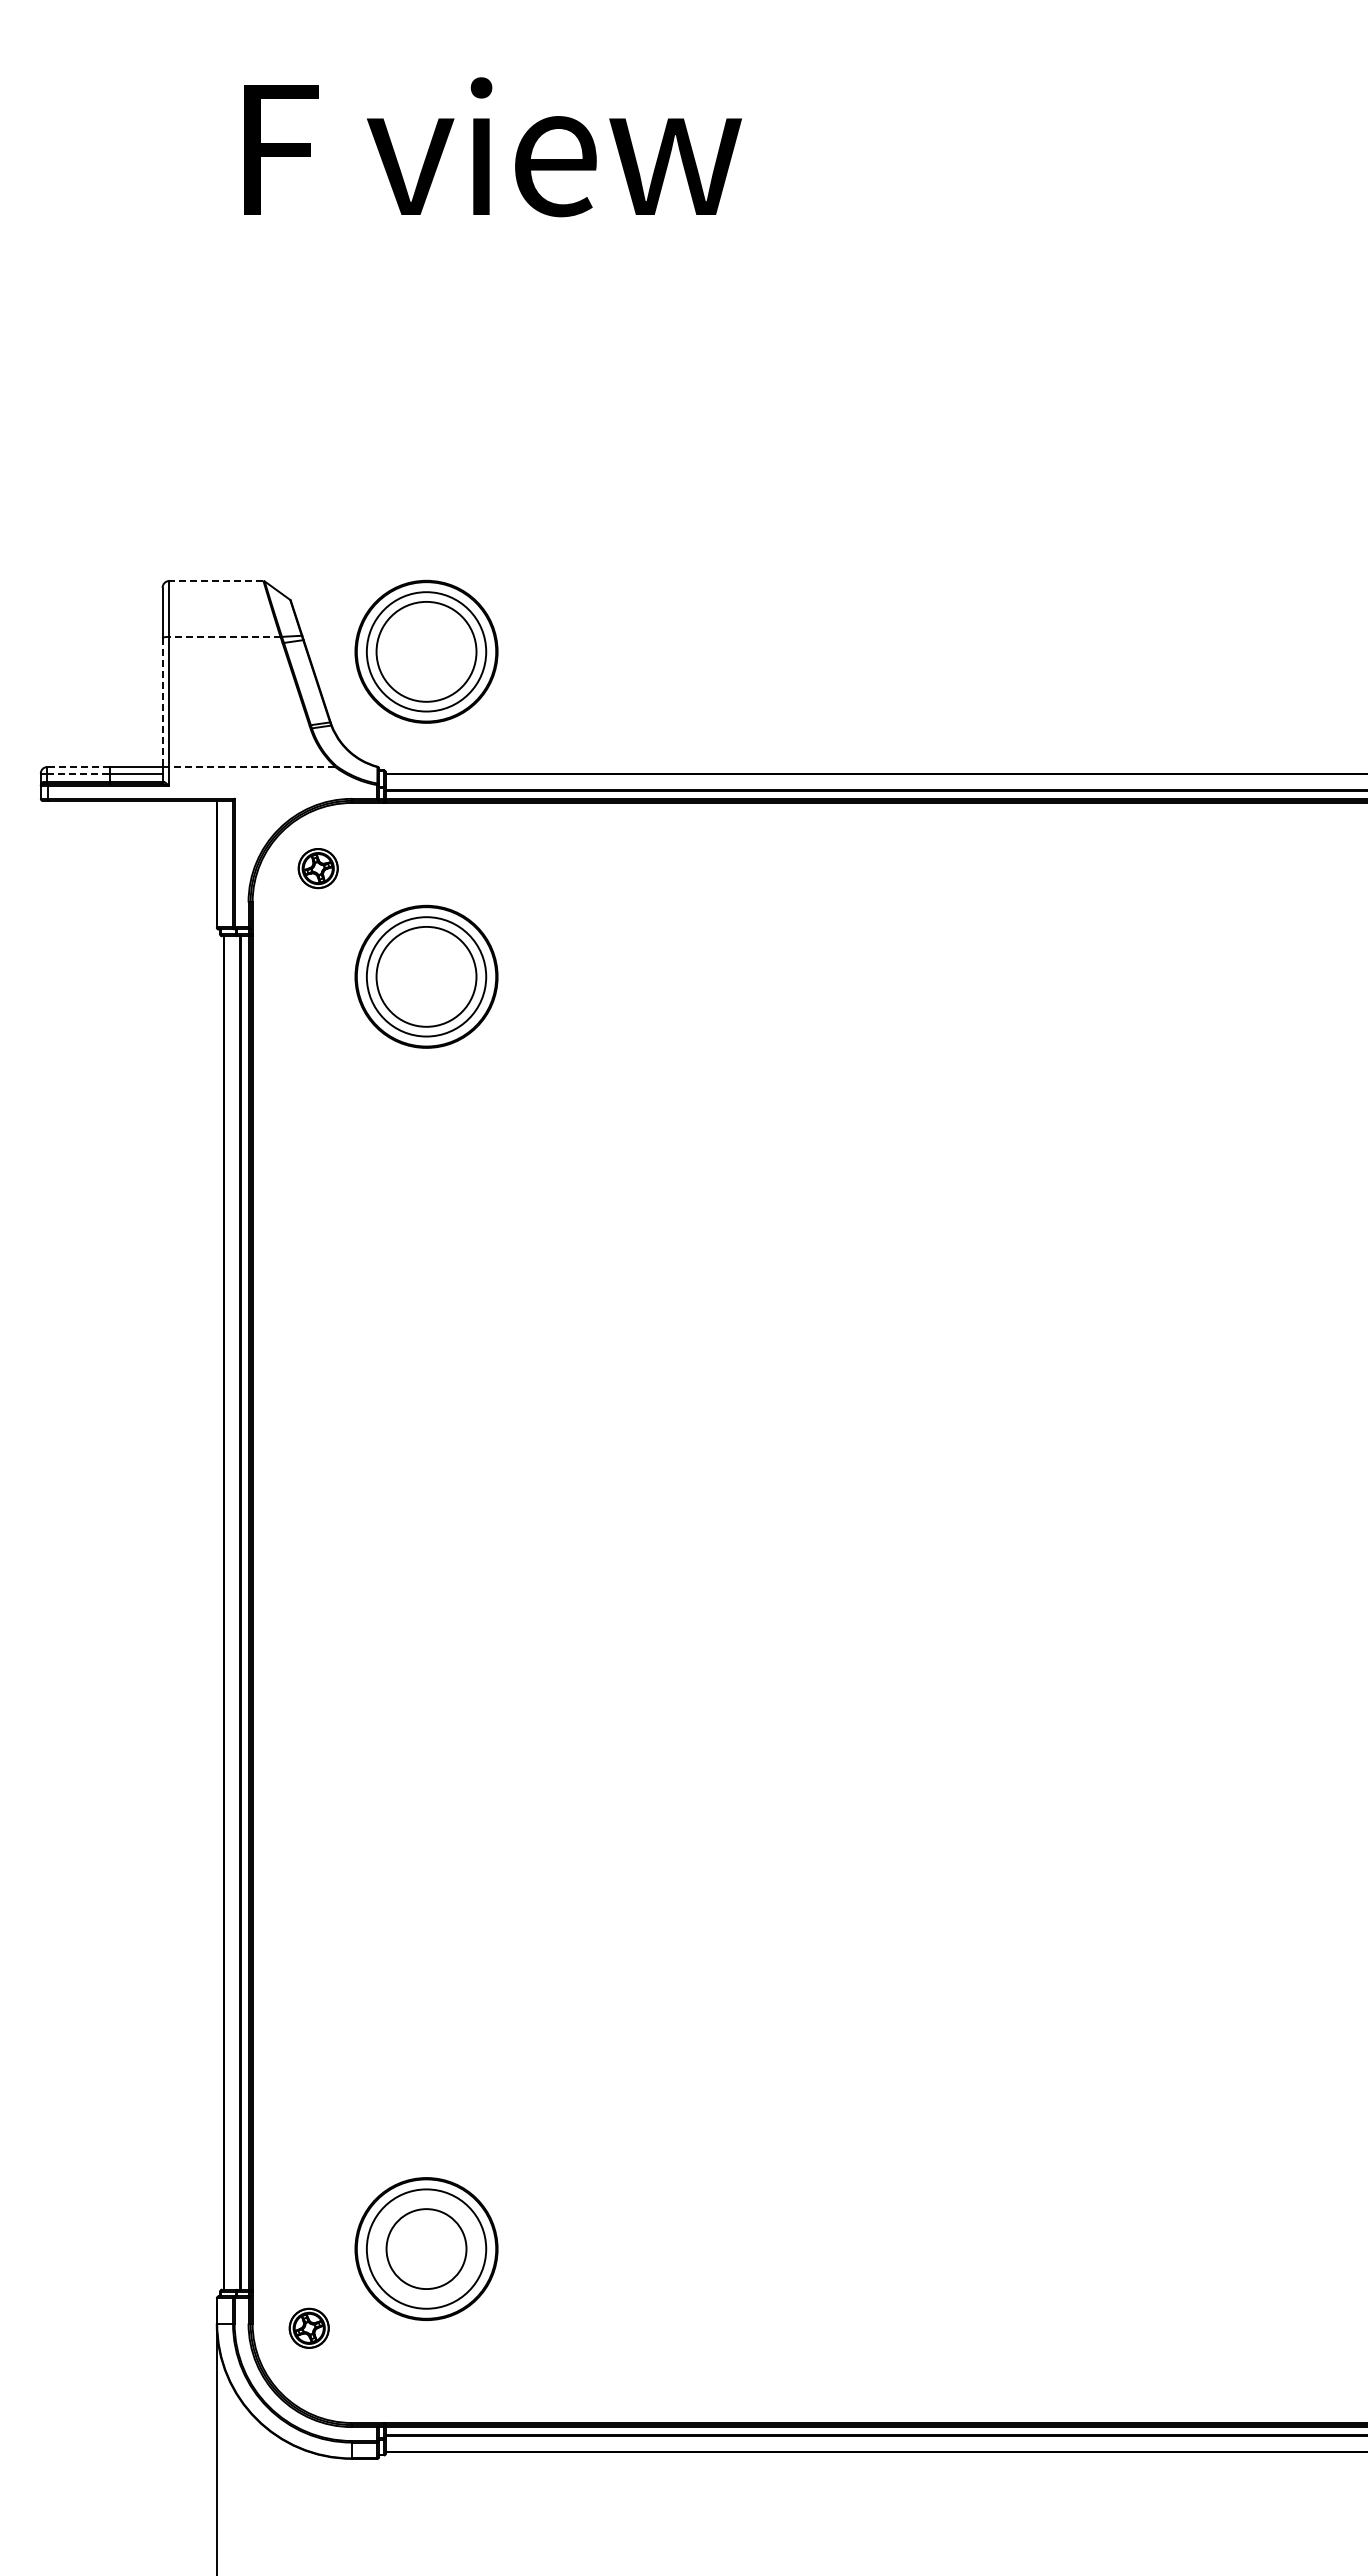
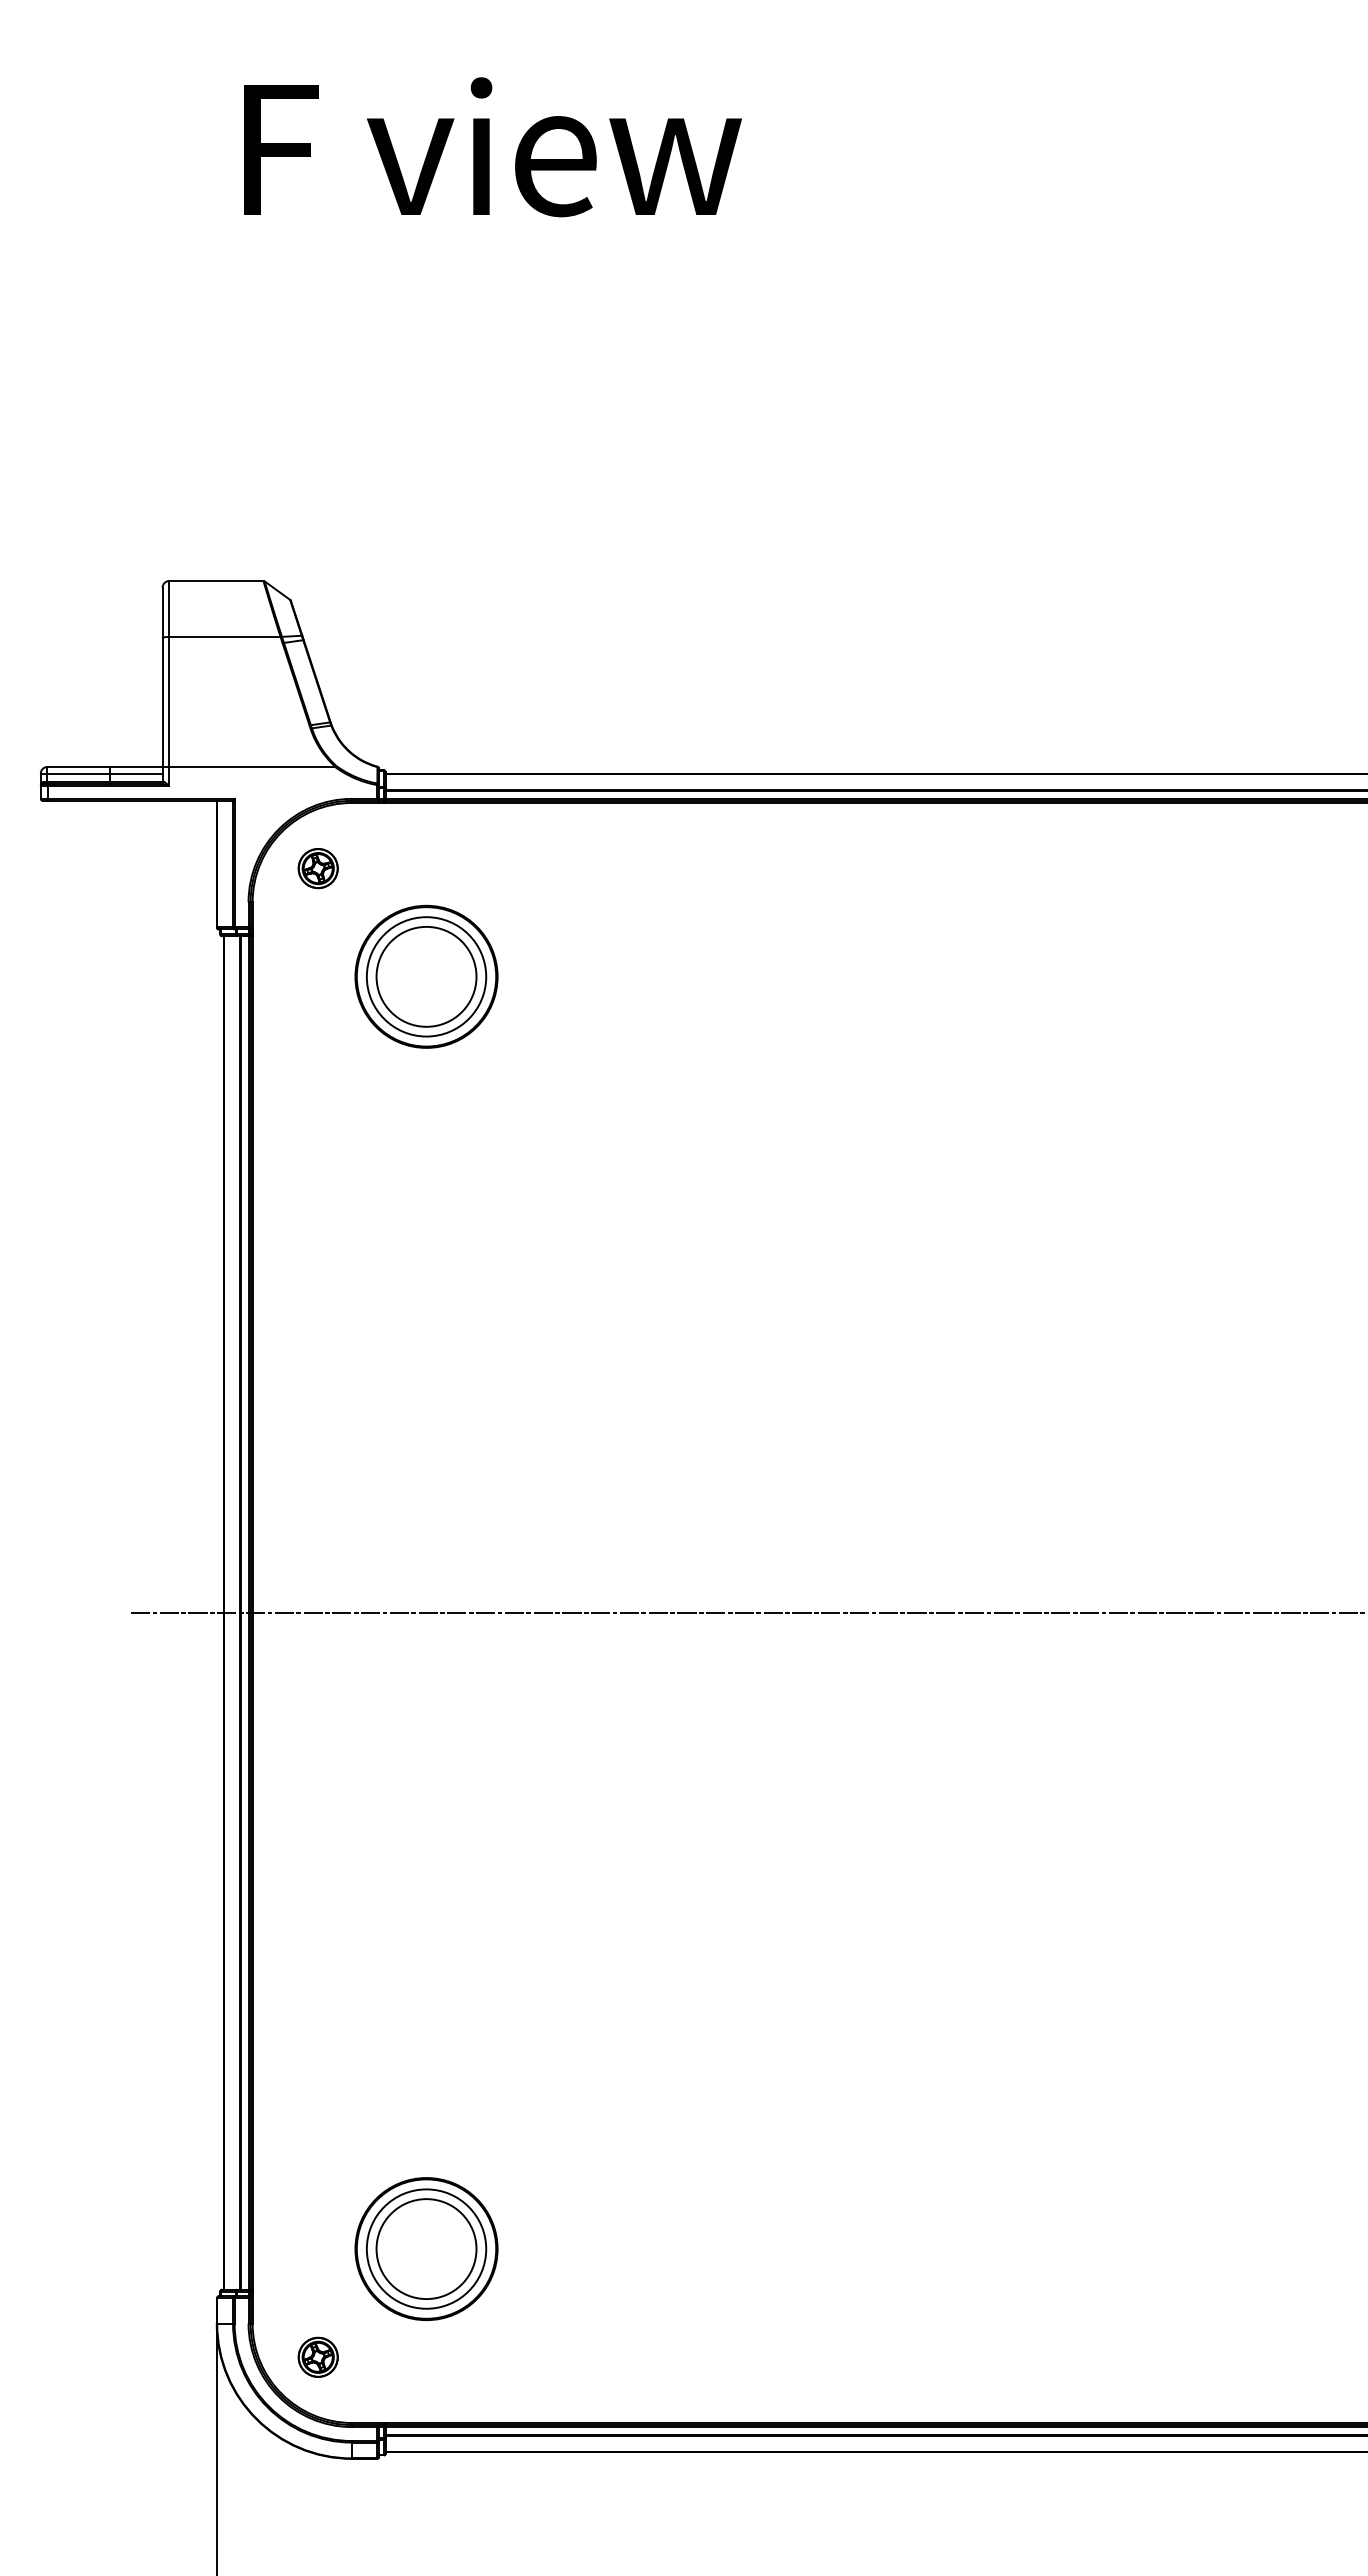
line at (215, 580): dashed -> solid
line at (224, 636): dashed -> solid
part at (426, 651): present -> none
line at (162, 702): dashed -> solid
line at (78, 767): dashed -> solid
line at (252, 767): dashed -> solid
line at (79, 773): dashed -> solid
line at (747, 1612): none -> present
circle at (426, 2249) diameter: 80 px -> 100 px
part at (308, 2327) position: (308, 2327) -> (317, 2356)
